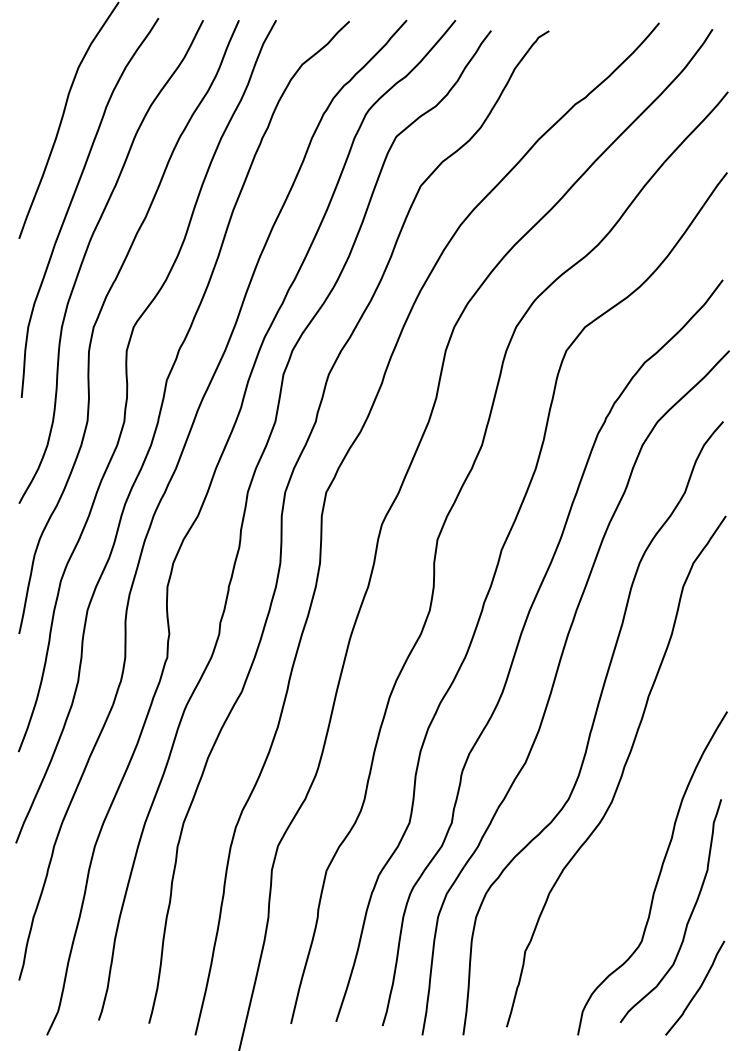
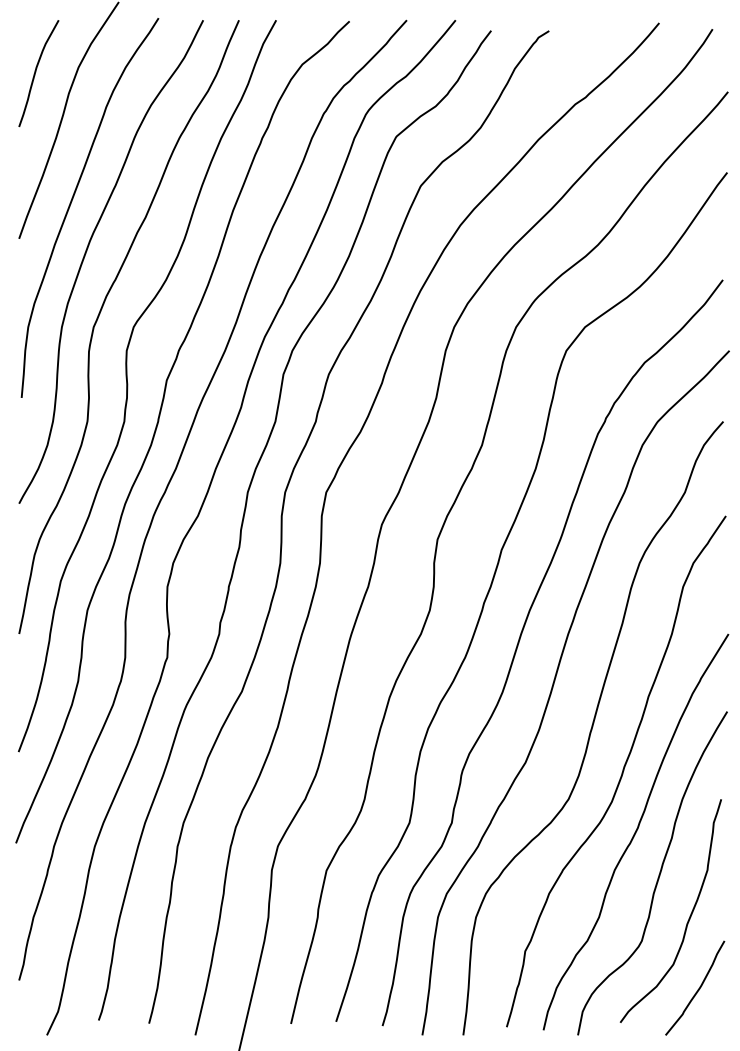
curve at (36, 72): none -> present
curve at (635, 831): none -> present
